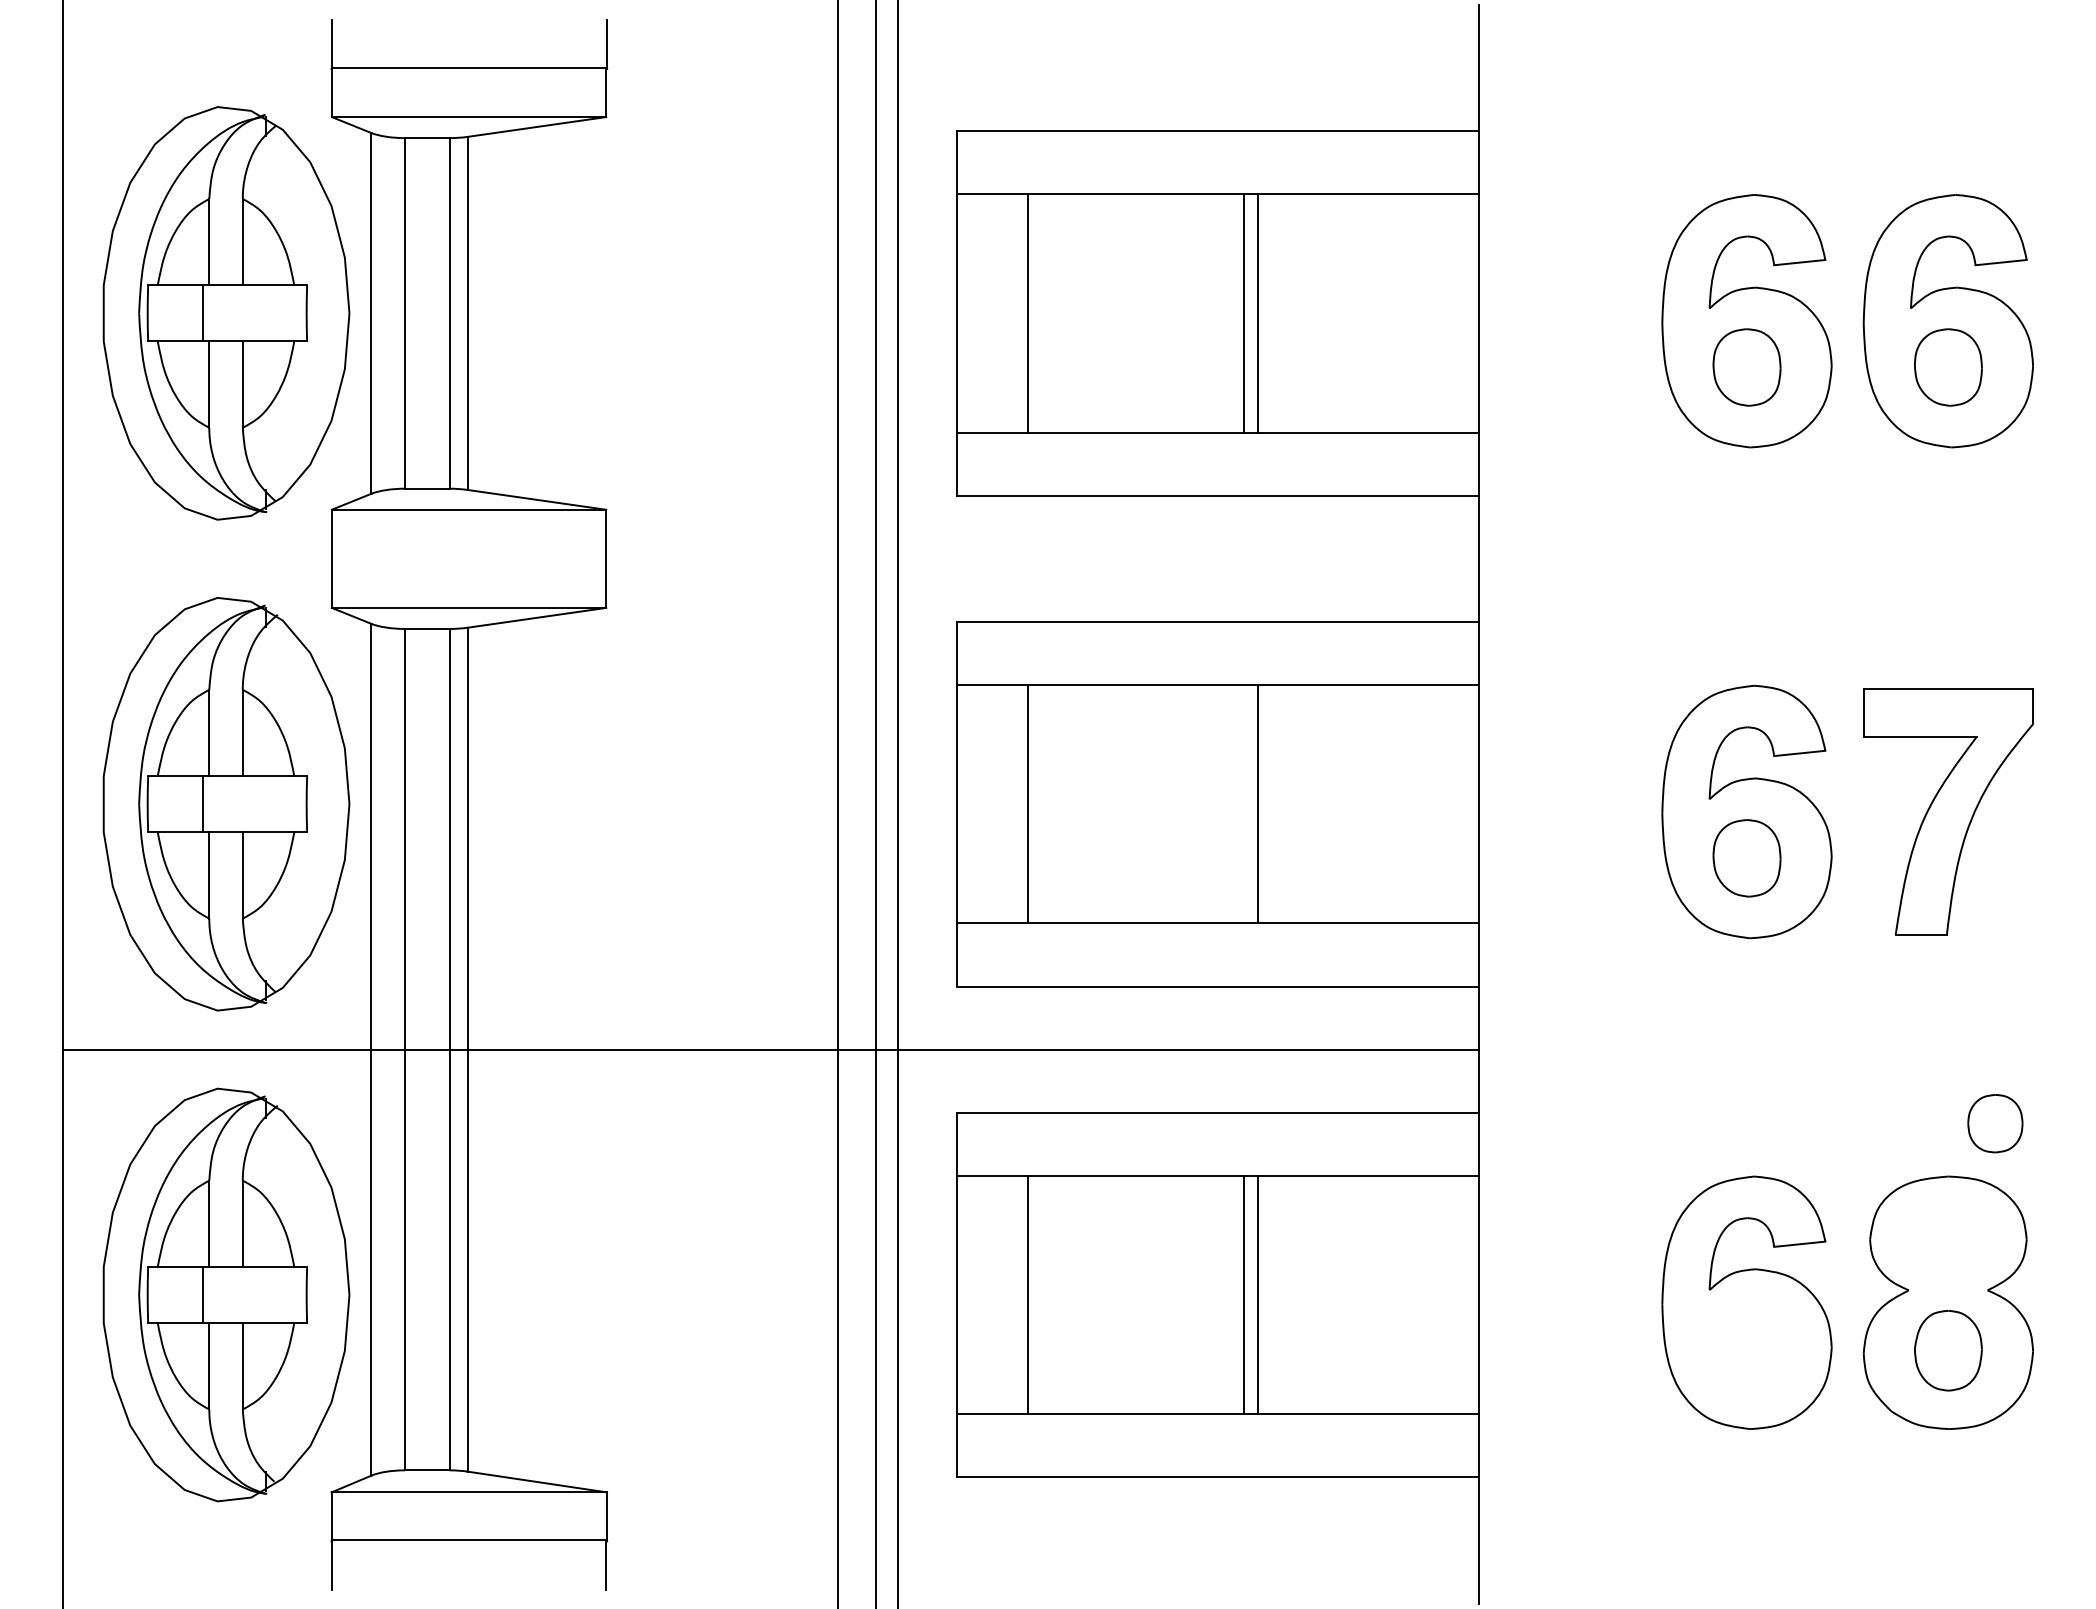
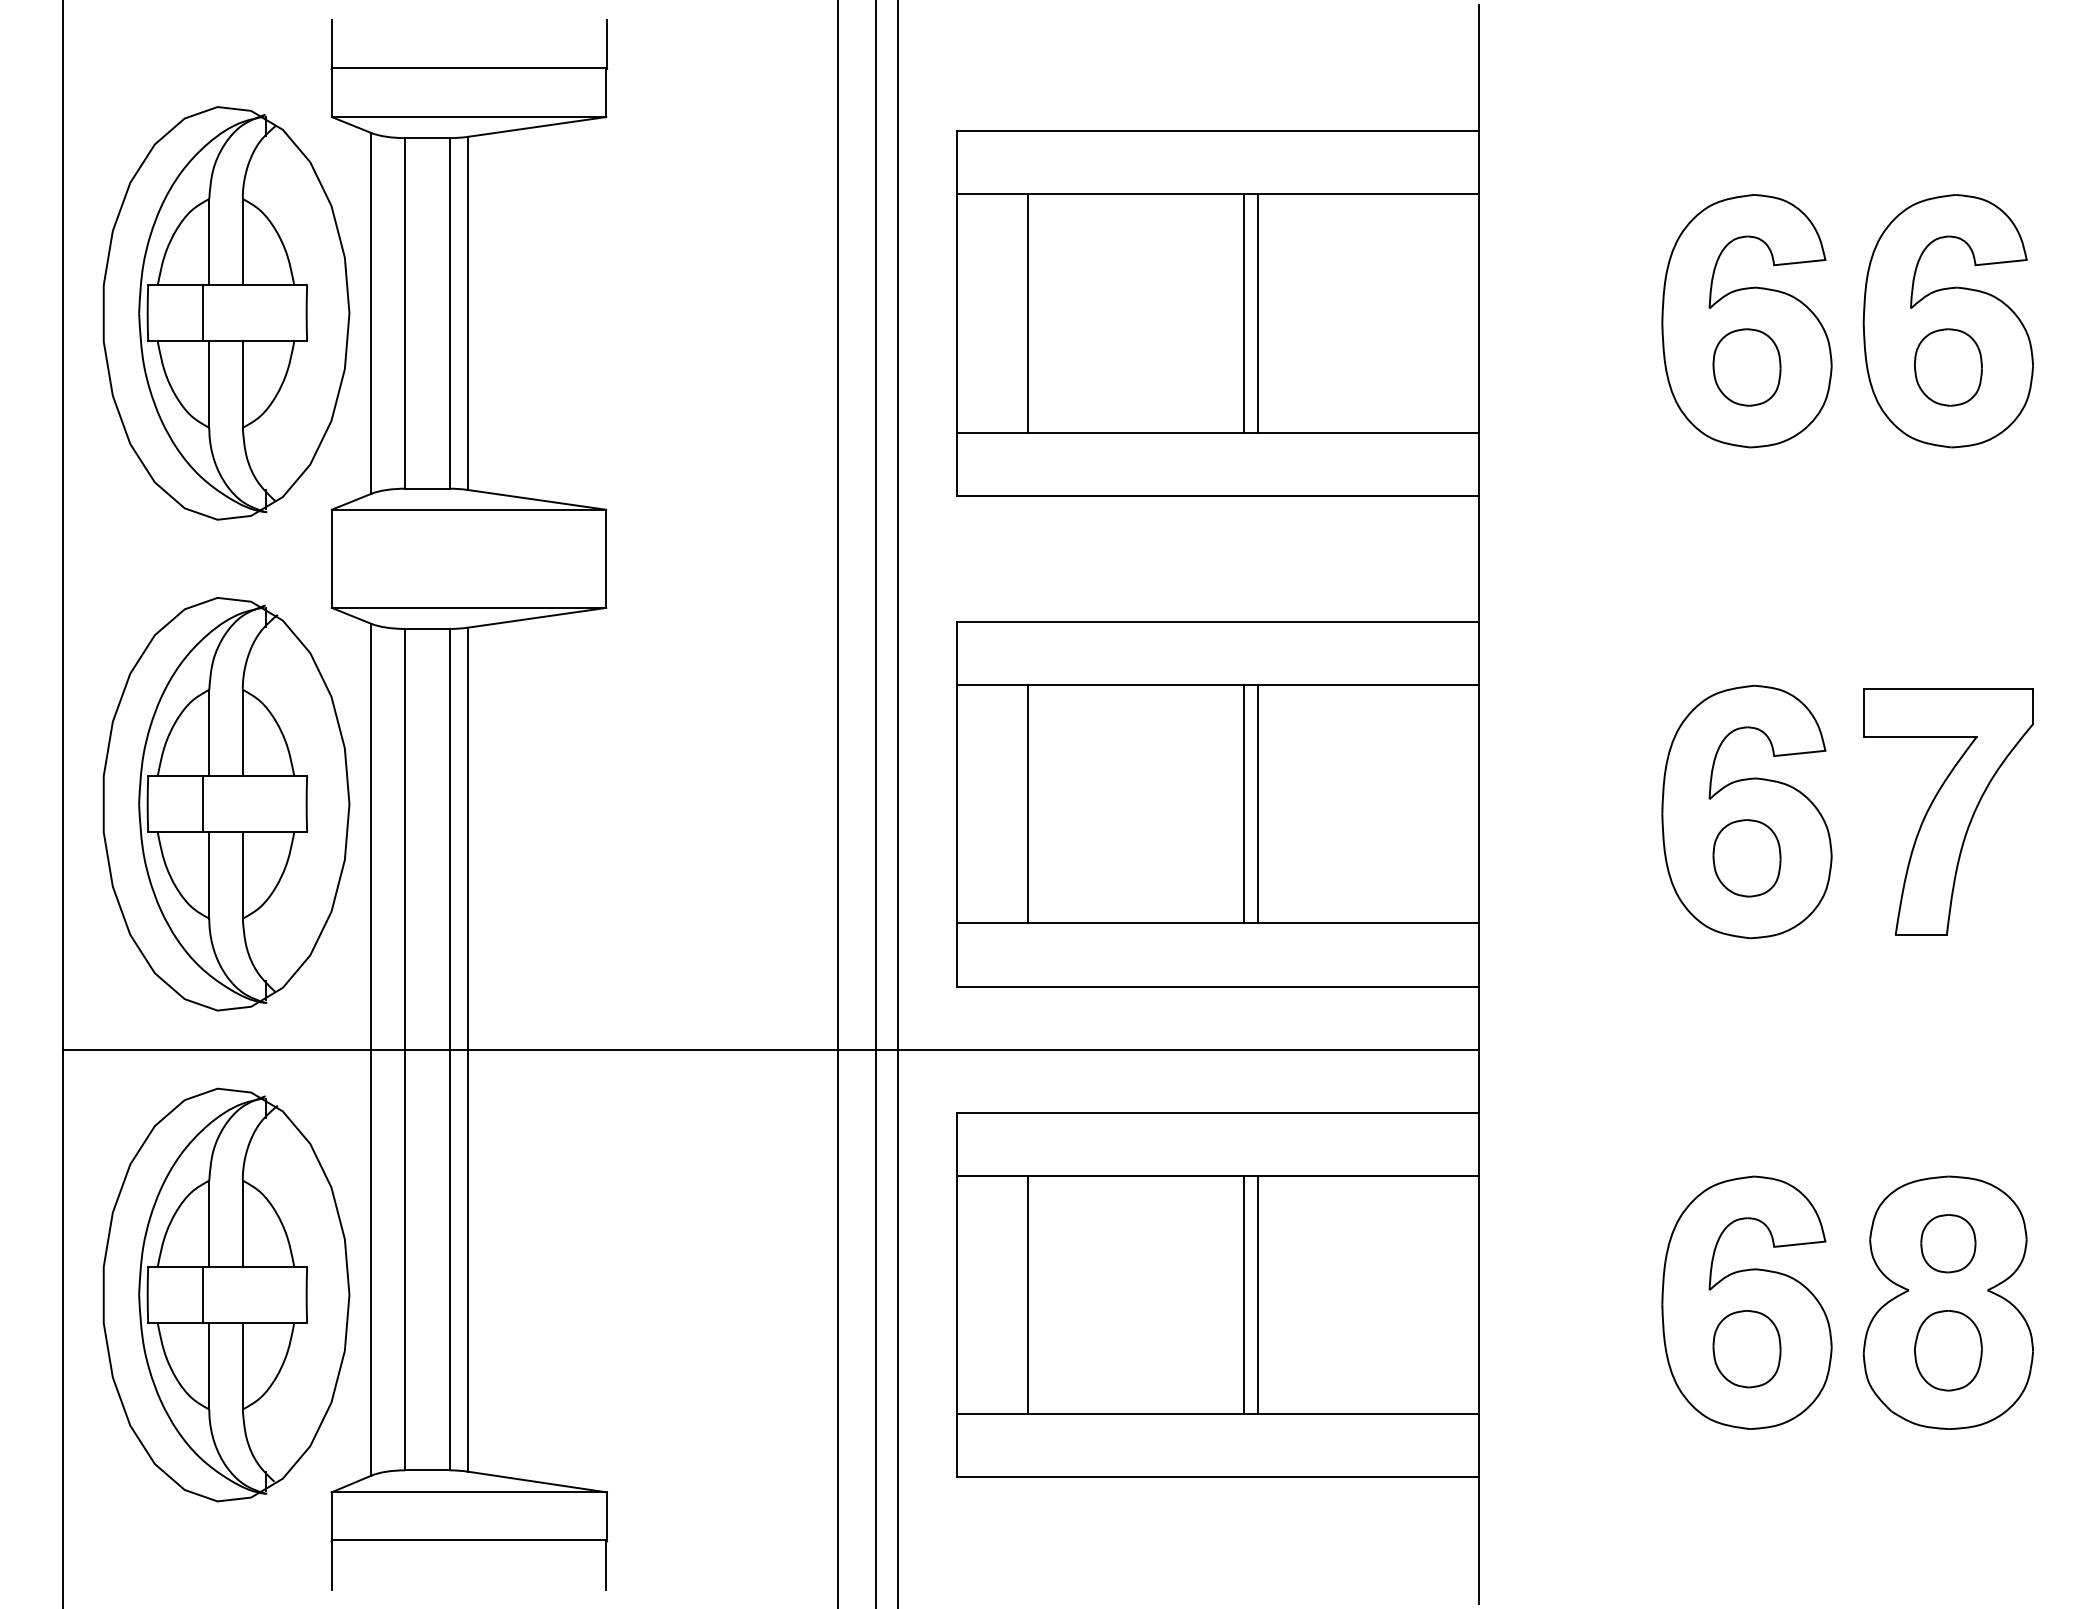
line at (1244, 804): none -> present
part at (1995, 1123) position: (1995, 1123) -> (1948, 1243)
part at (1746, 1349): none -> present
